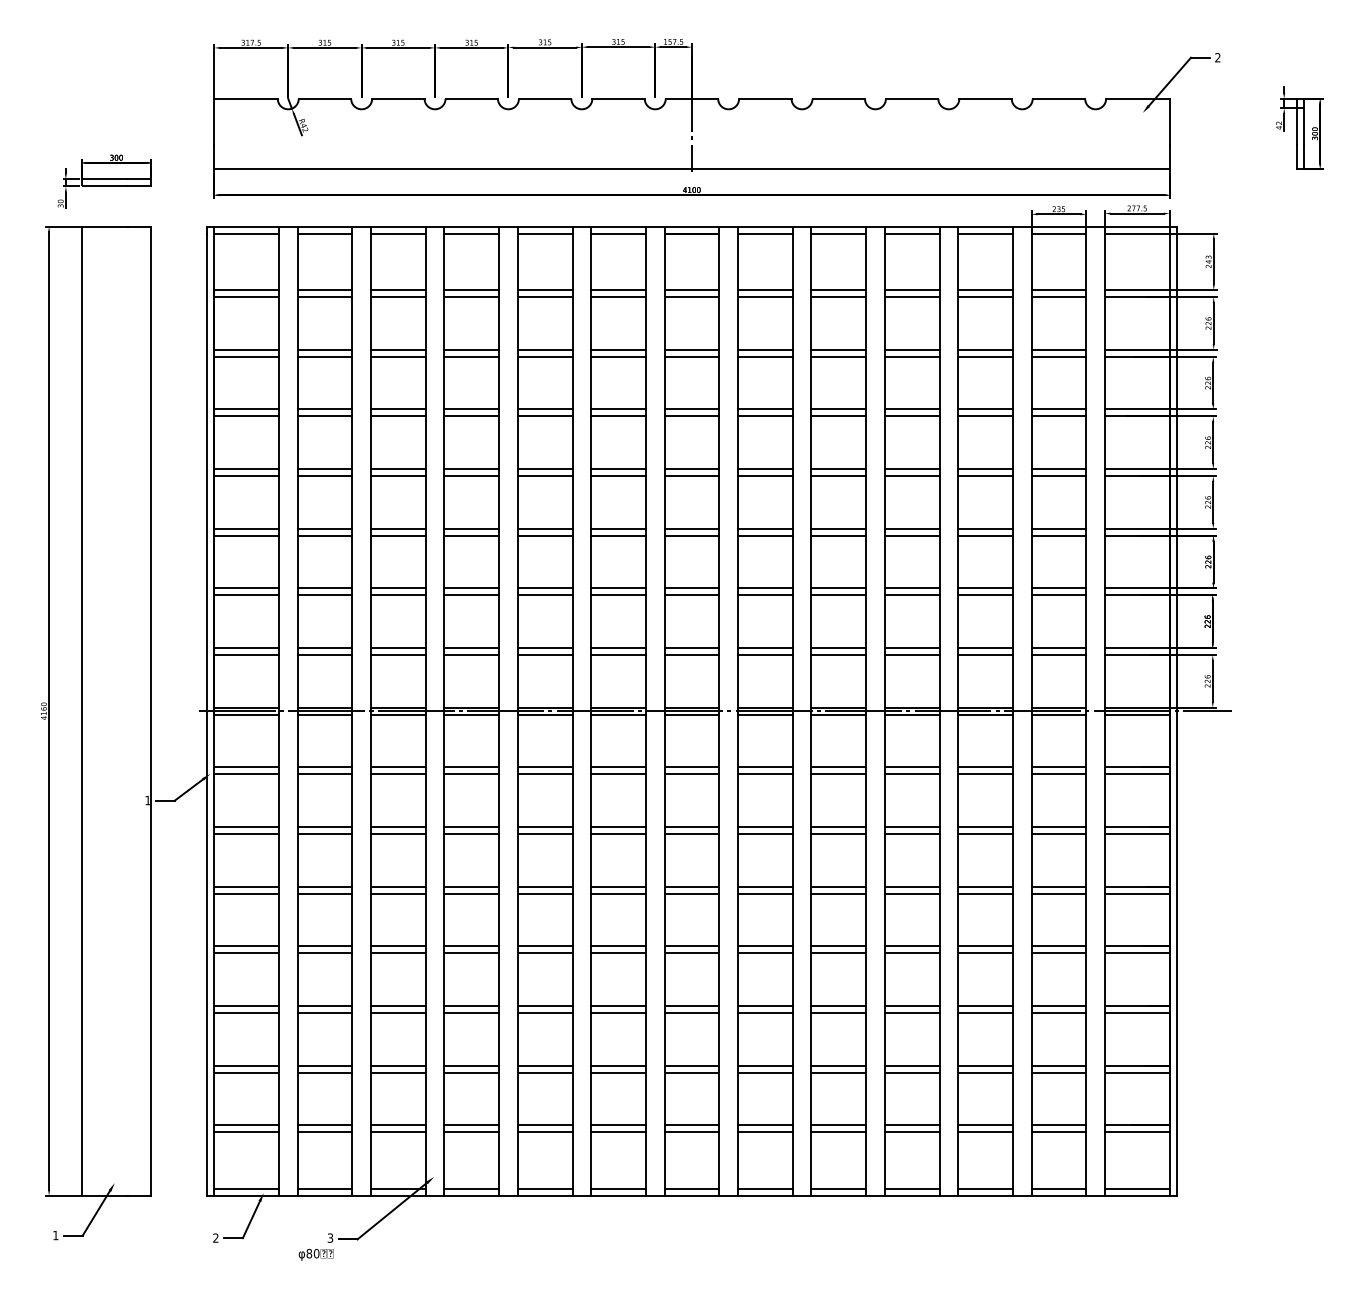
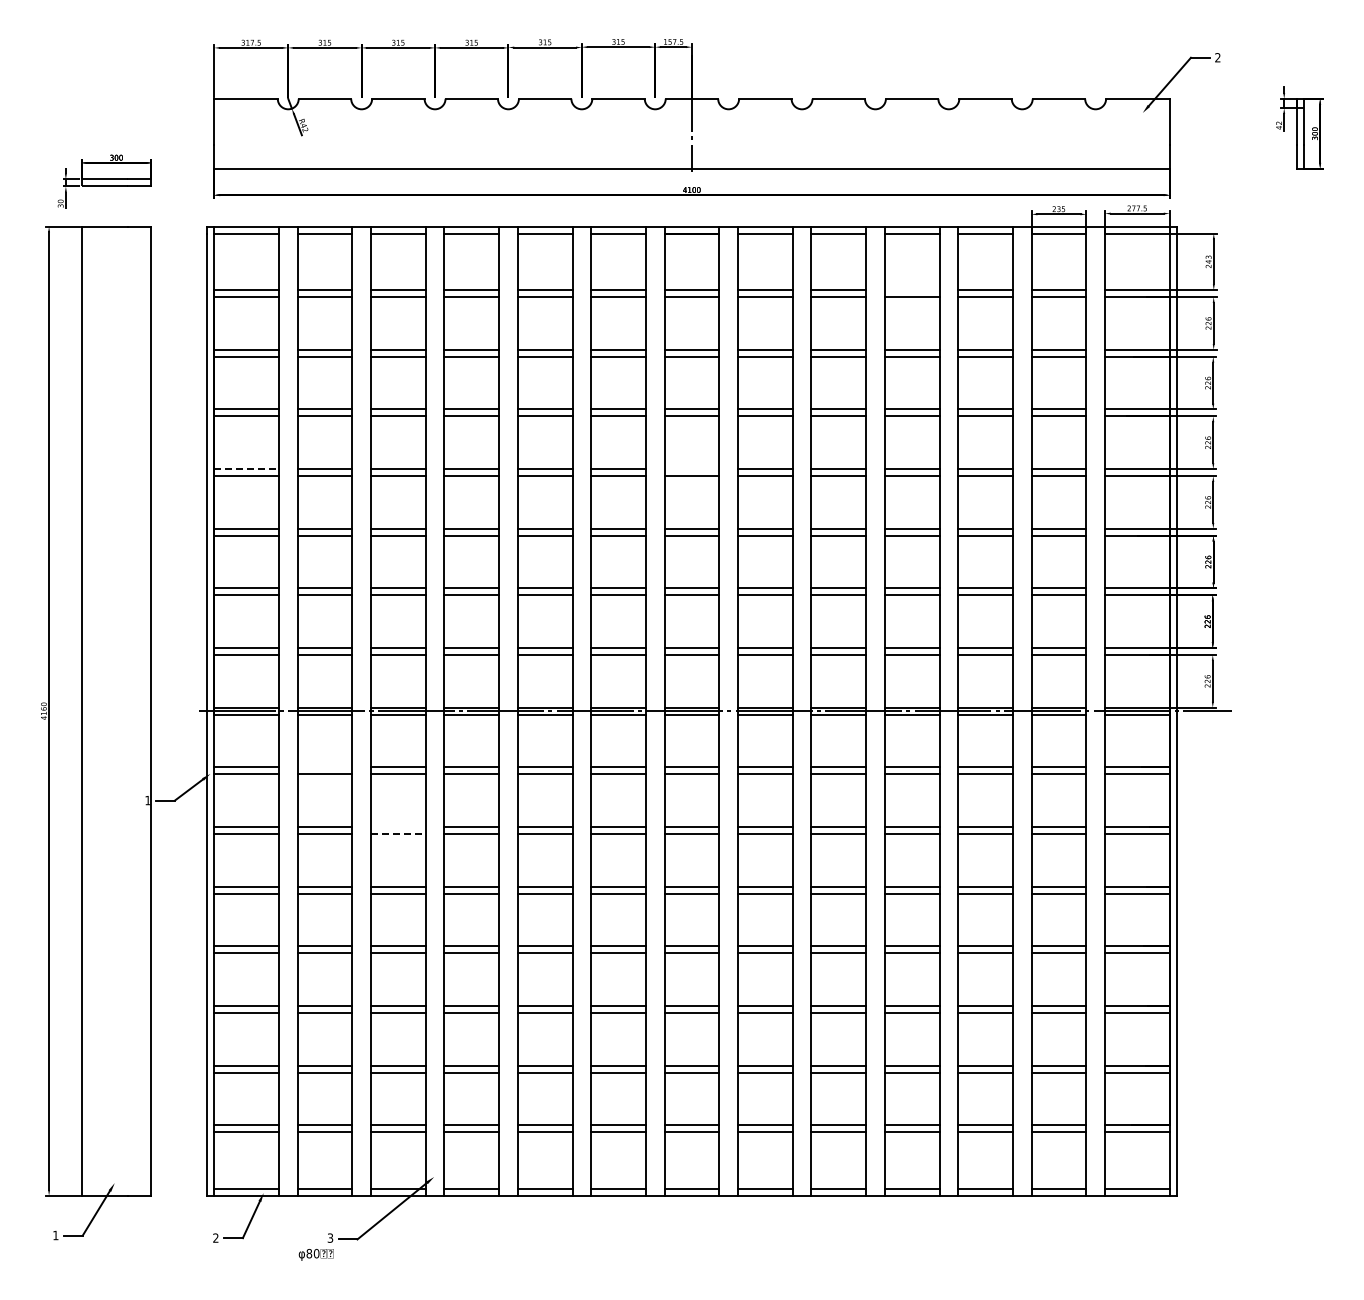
line at (911, 290): present -> none
line at (247, 469): solid -> dashed
line at (691, 469): present -> none
line at (324, 767): present -> none
line at (397, 827): present -> none
line at (398, 834): solid -> dashed
